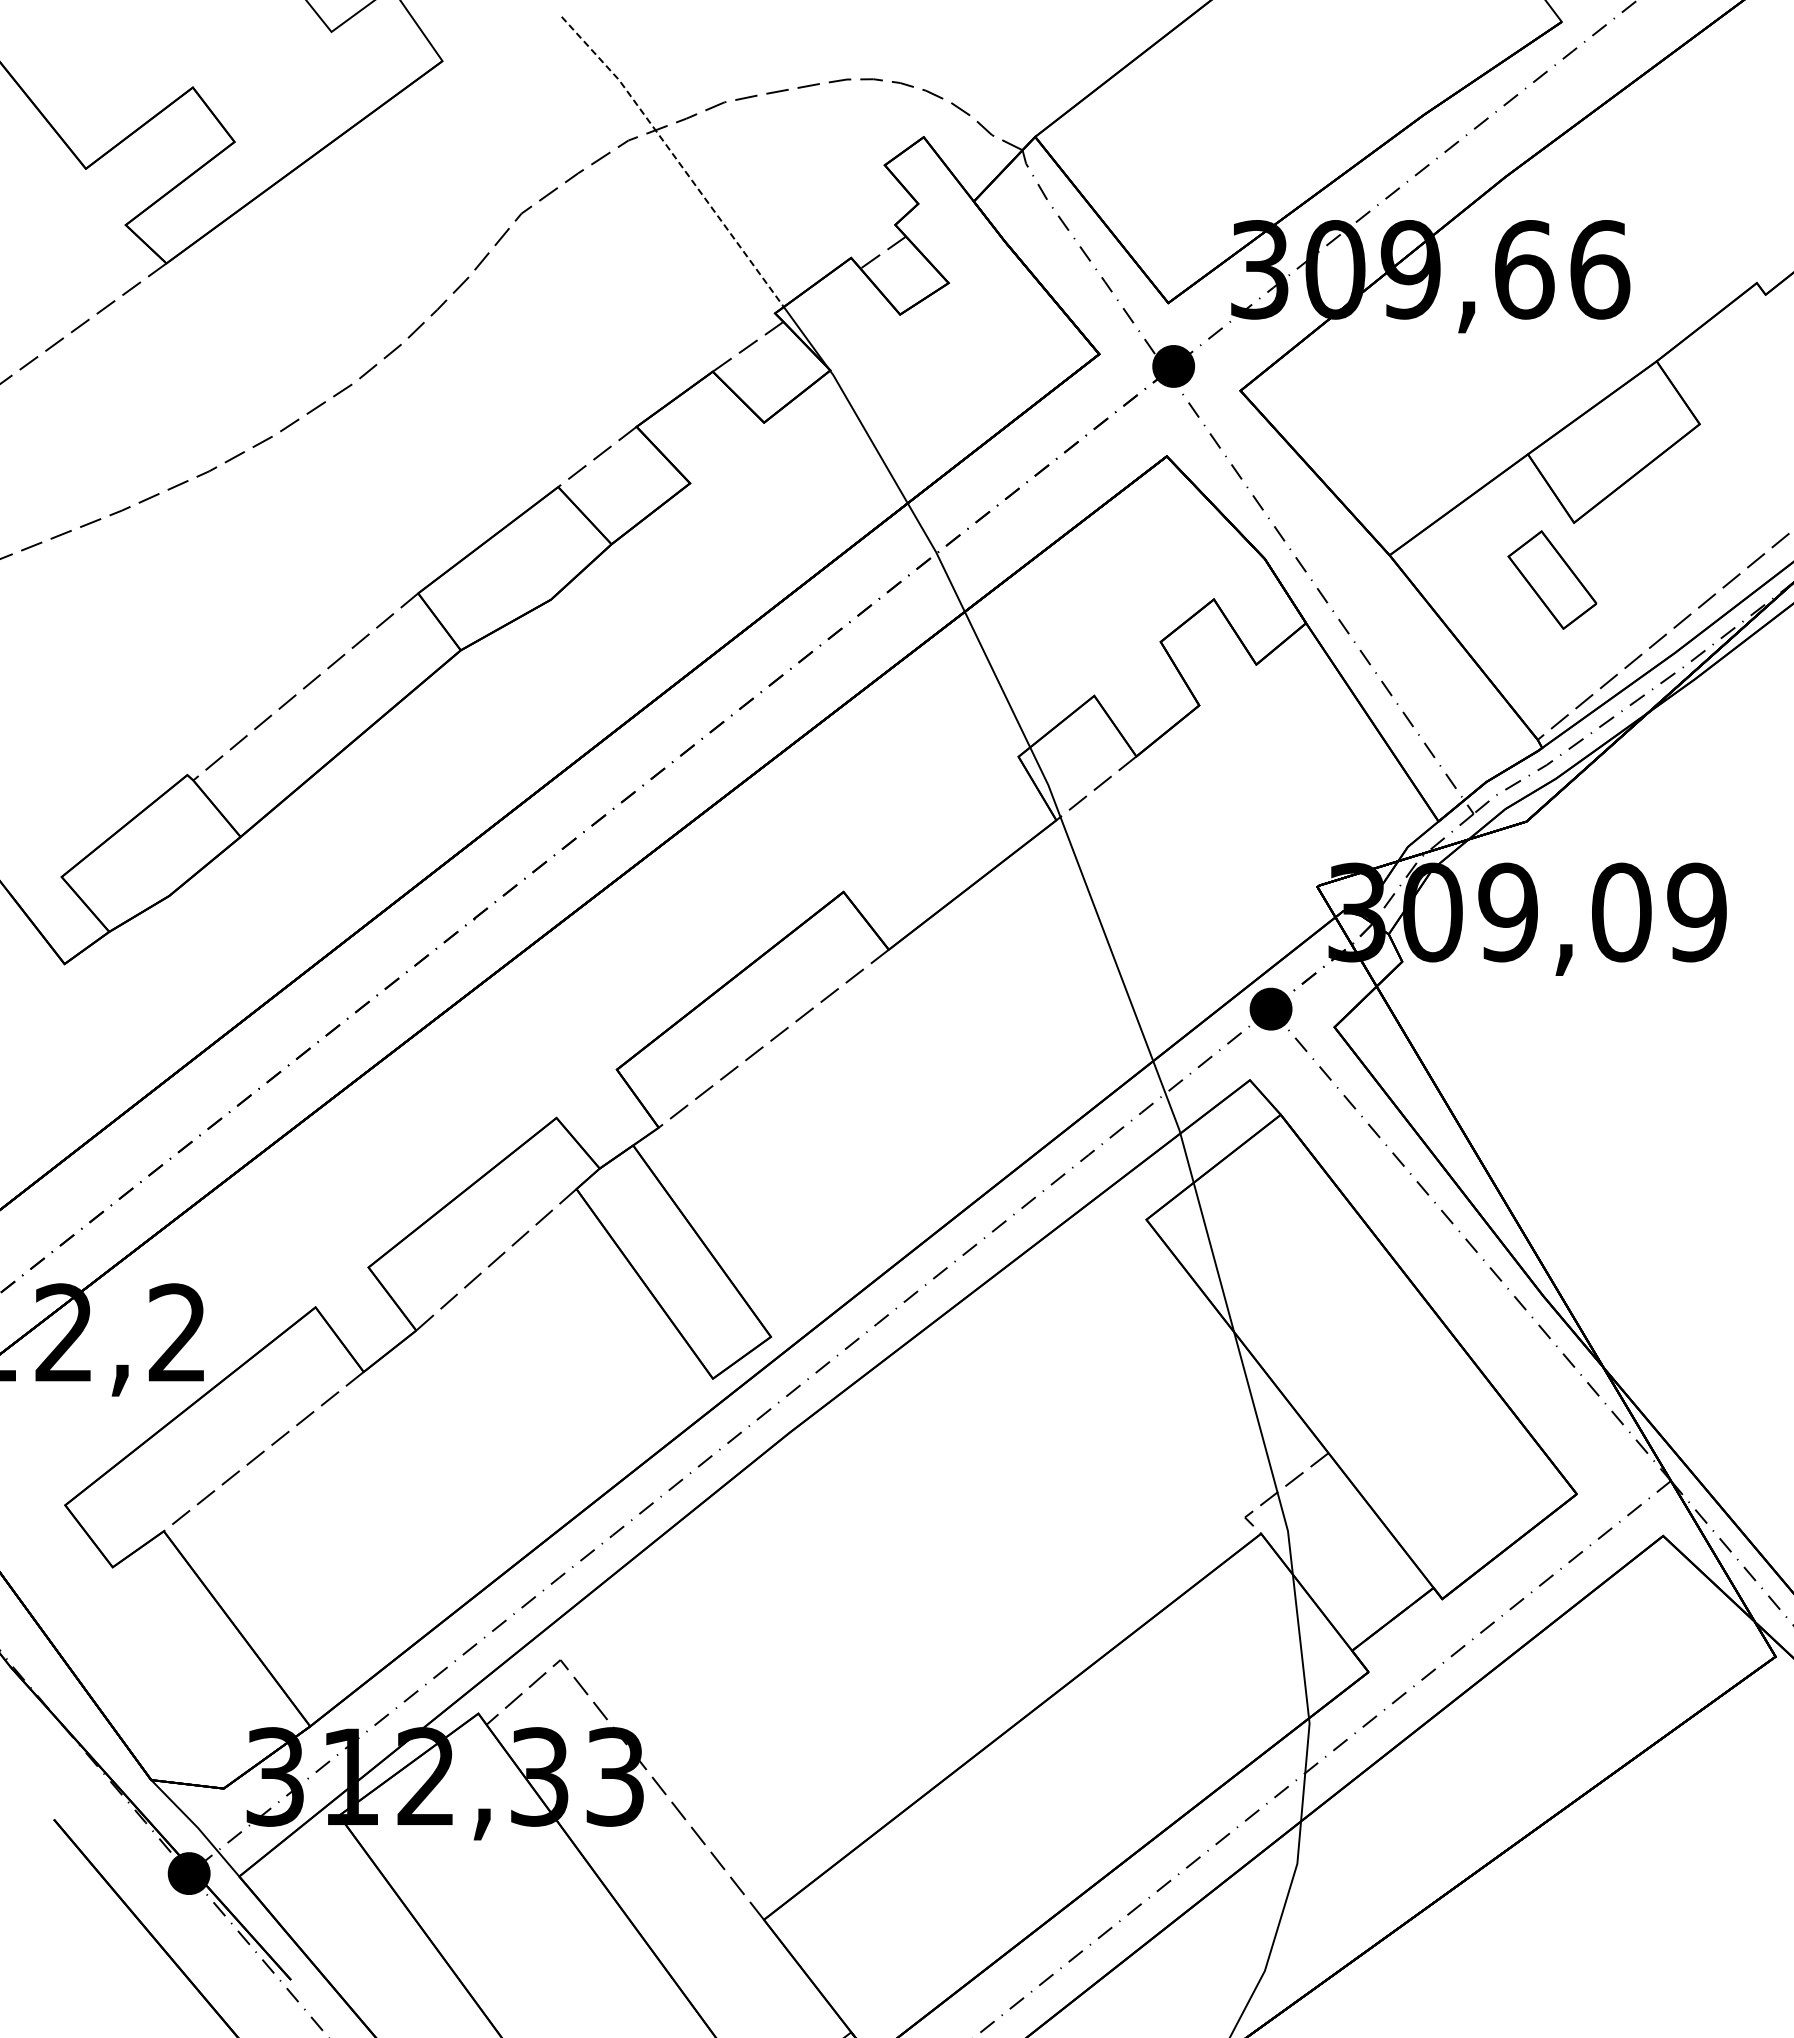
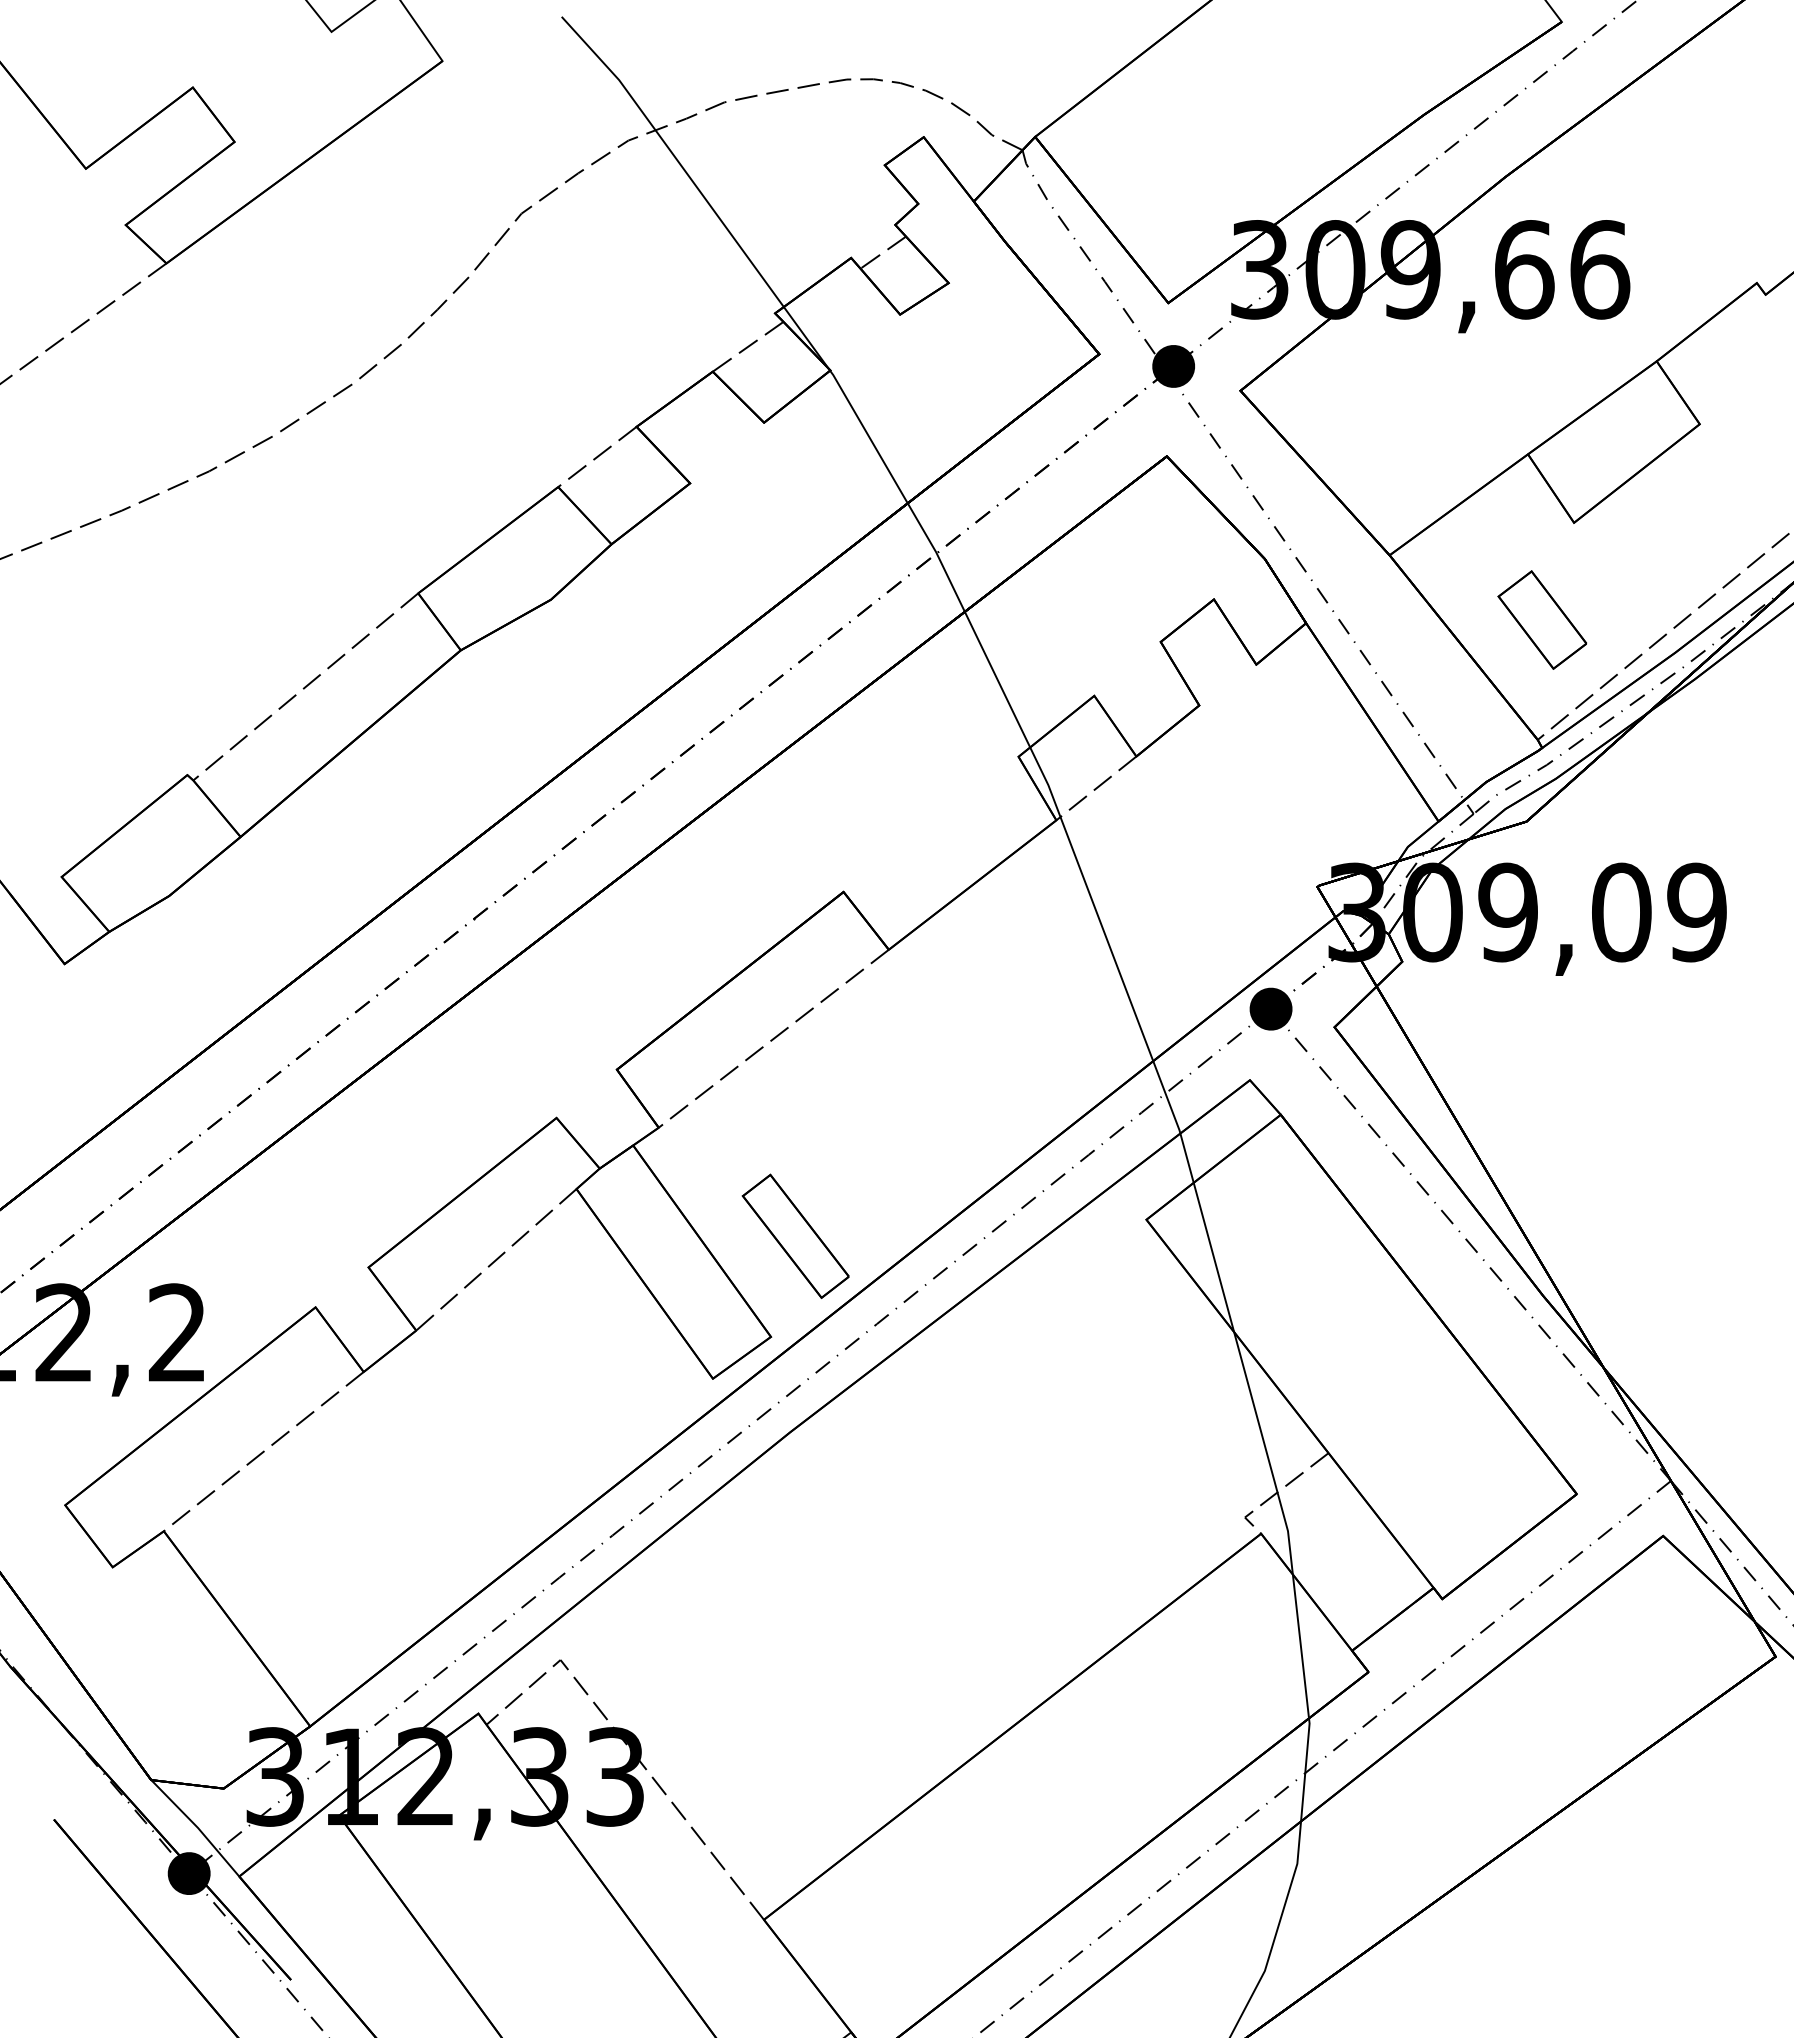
line at (676, 158): dashed -> solid
part at (1552, 579) position: (1552, 579) -> (1542, 619)
part at (795, 1235): none -> present
